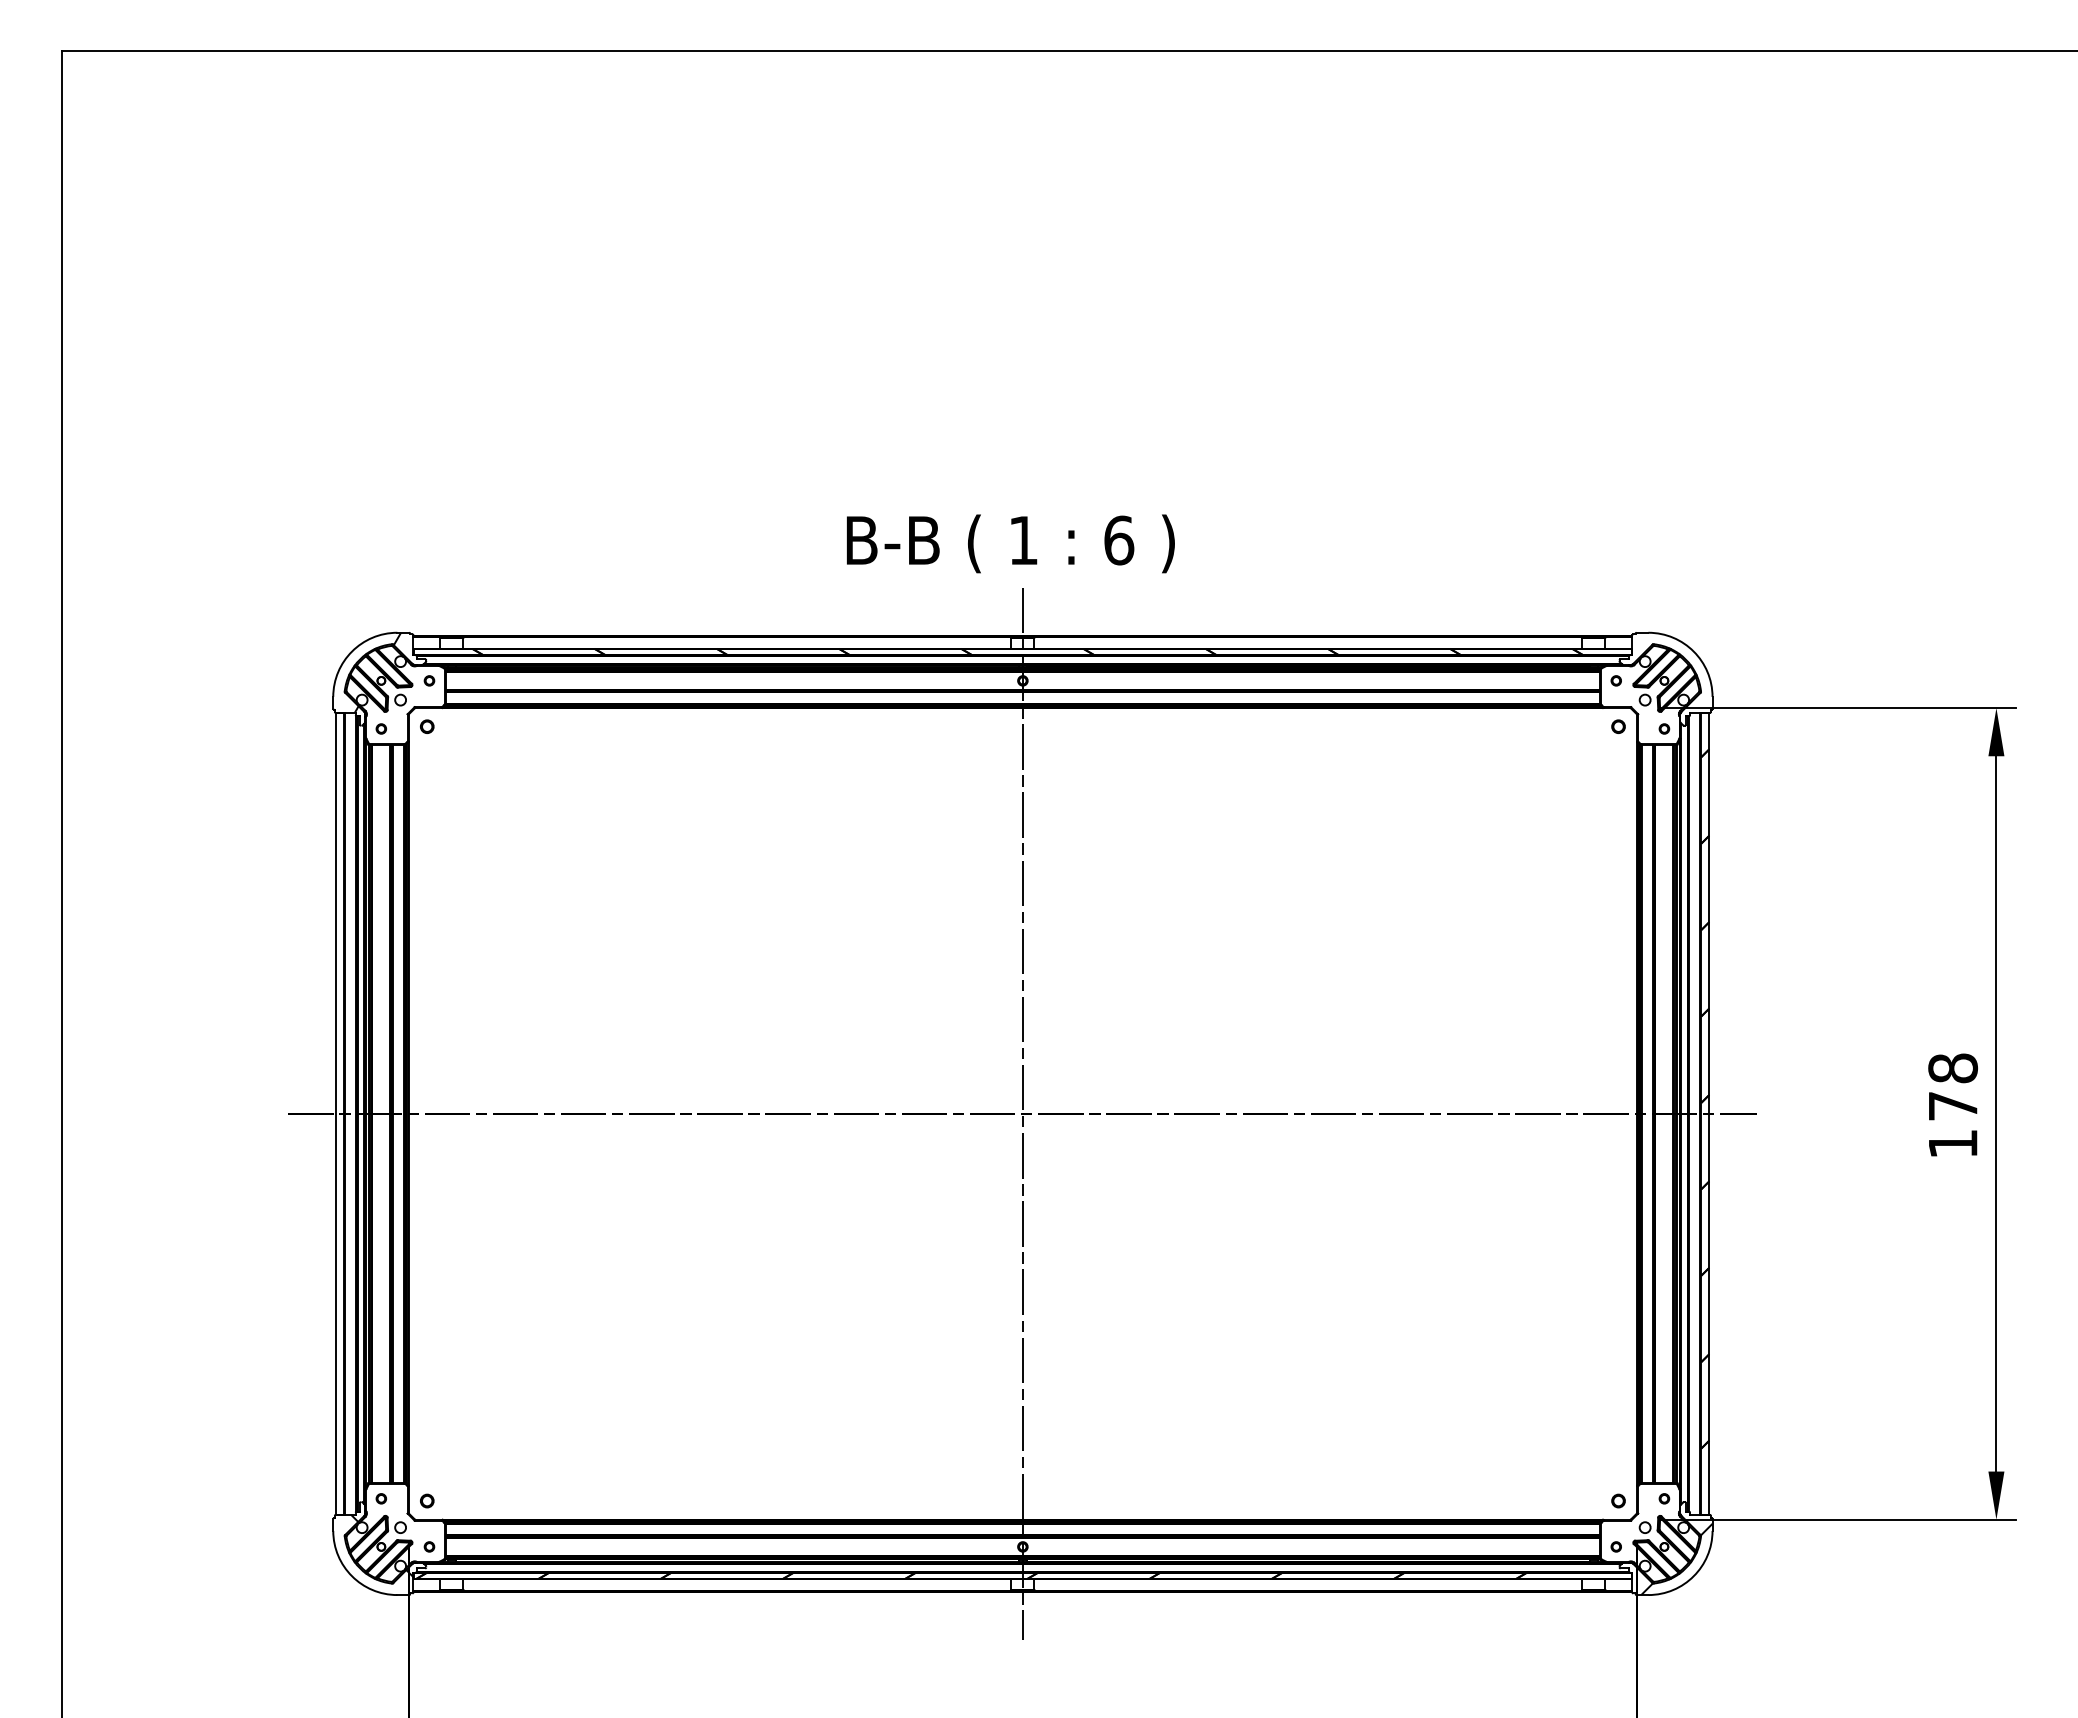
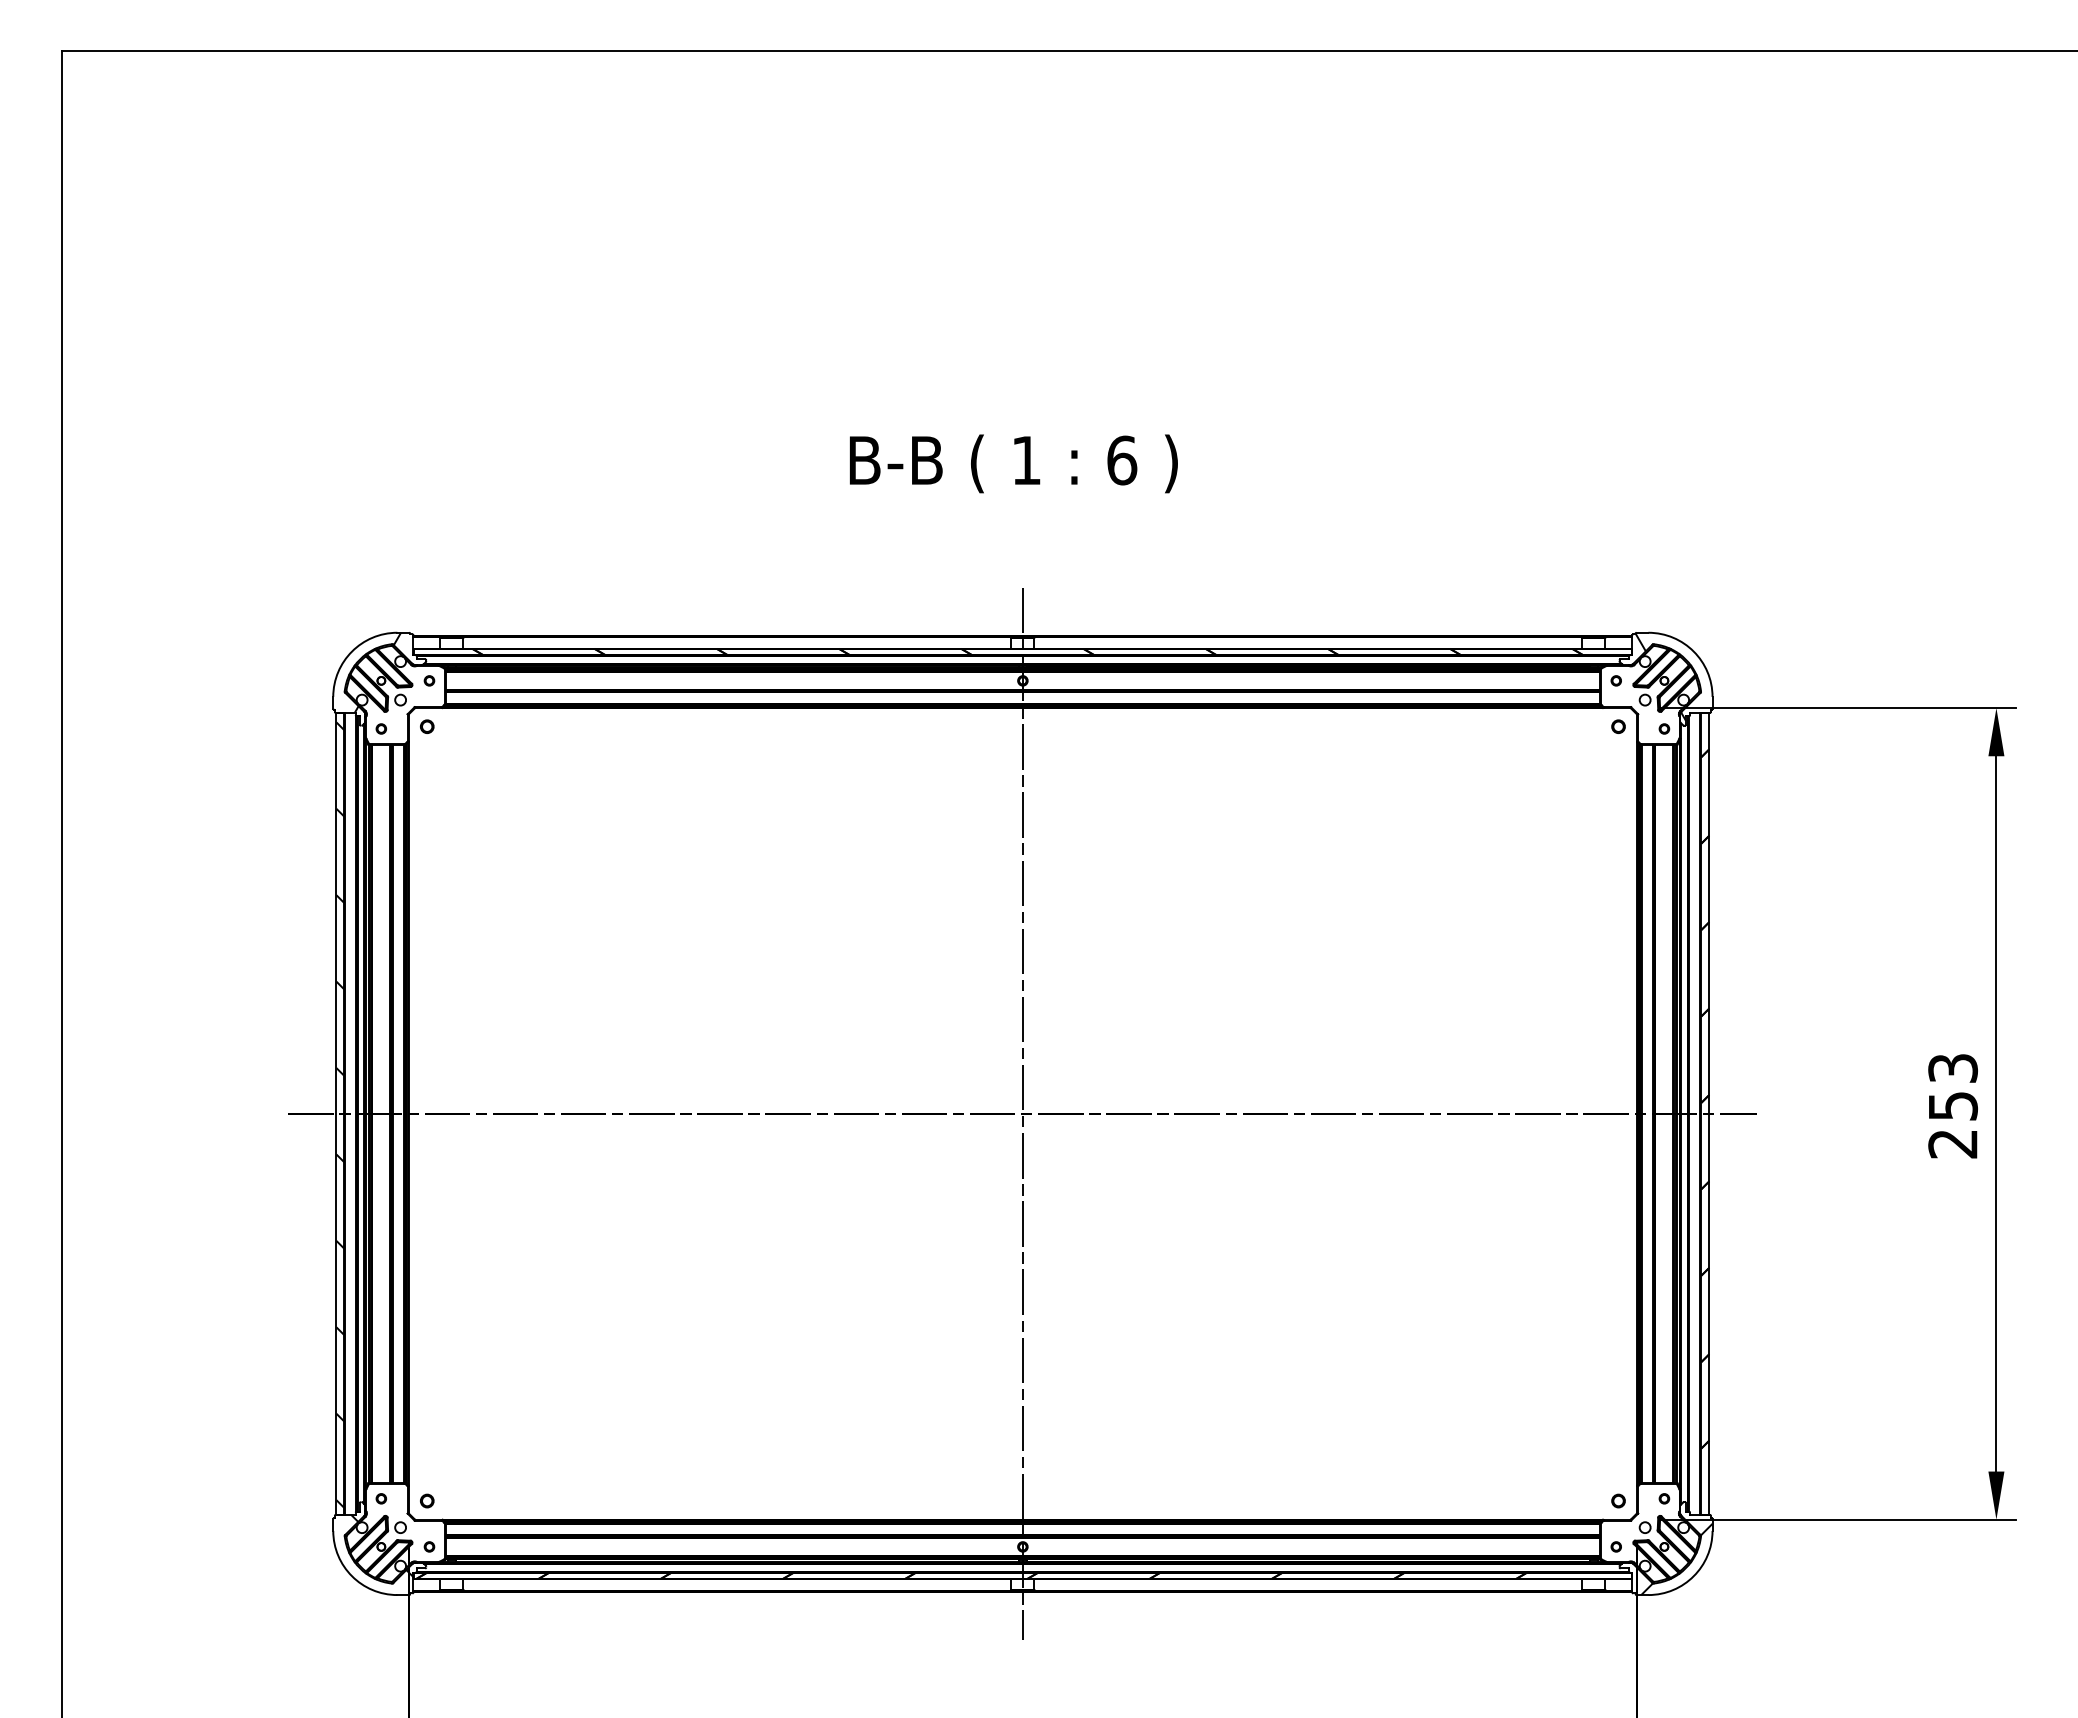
text at (1010, 543) position: (1010, 543) -> (1013, 463)
hatch at (1660, 676): none -> present
text at (1953, 1105): 178 -> 253
hatch at (340, 1115): none -> present
